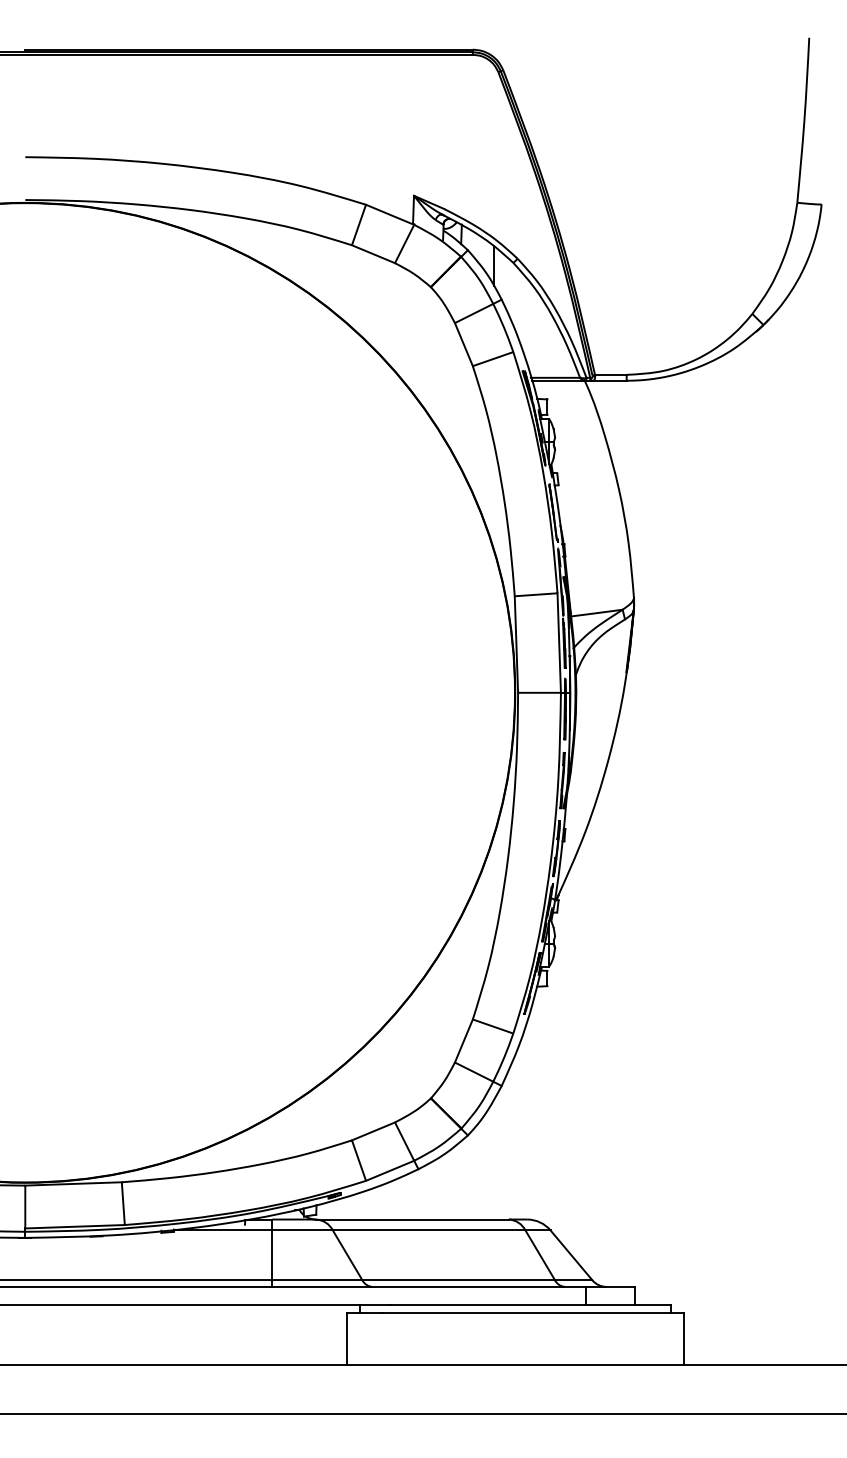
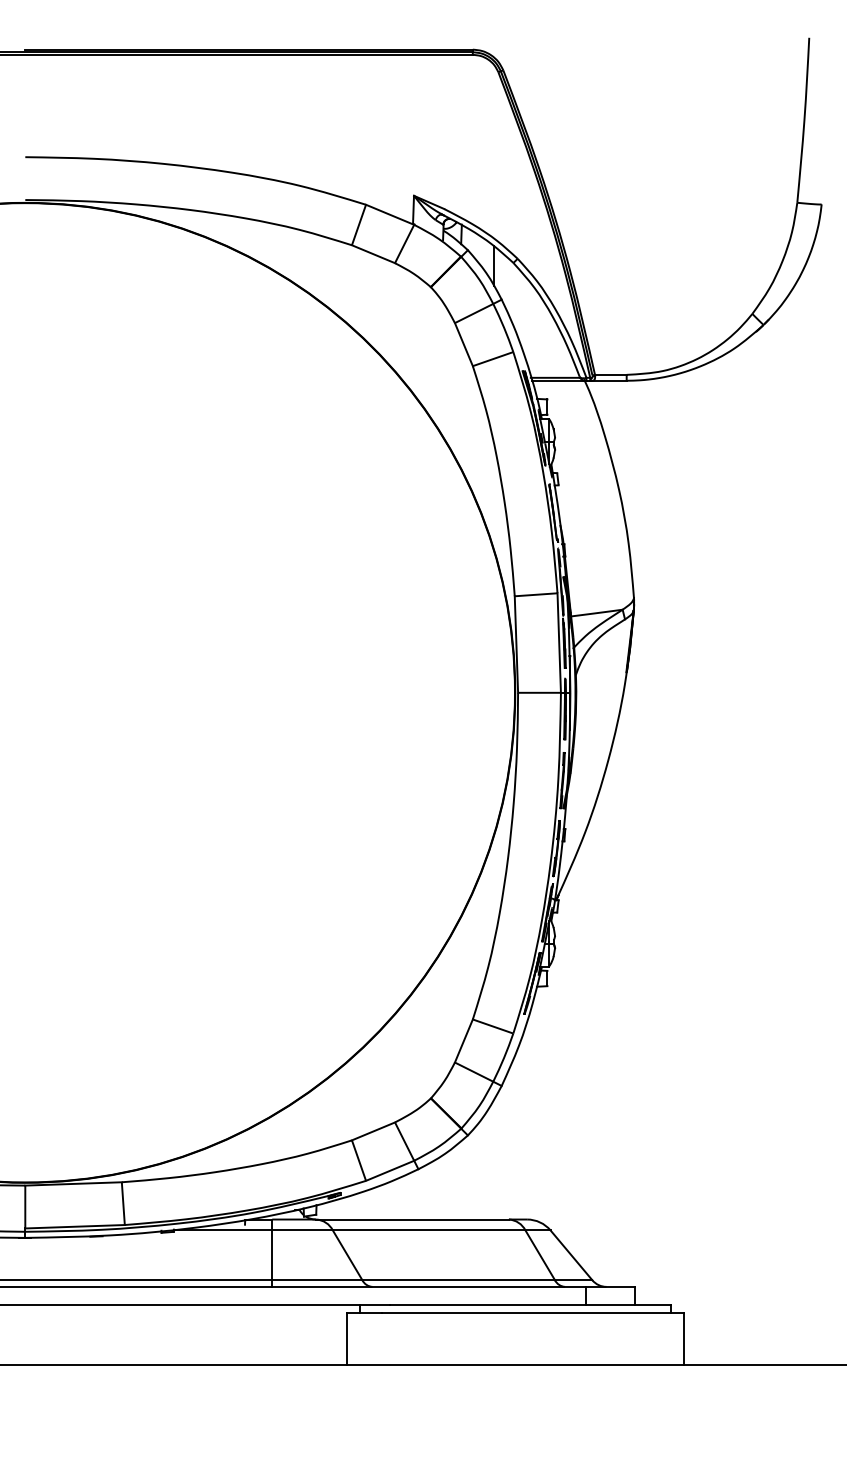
line at (422, 1414): present -> none
